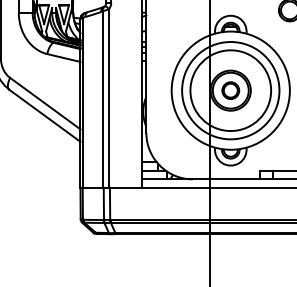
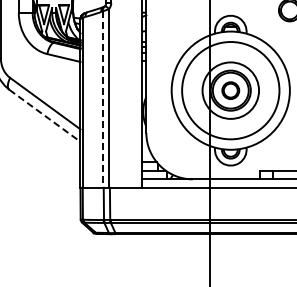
circle at (230, 90) diameter: 81 px -> 56 px
line at (103, 99): solid -> dashed
line at (45, 116): solid -> dashed
